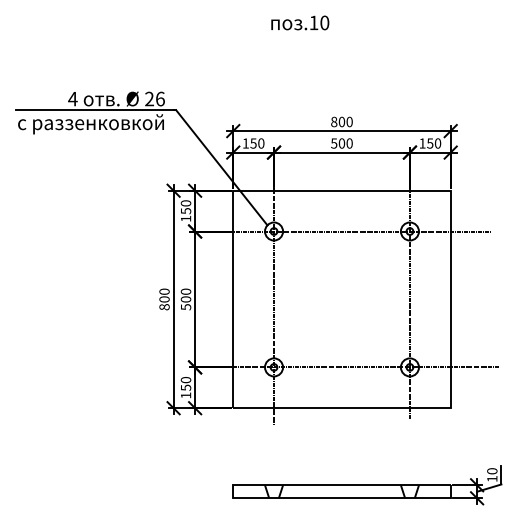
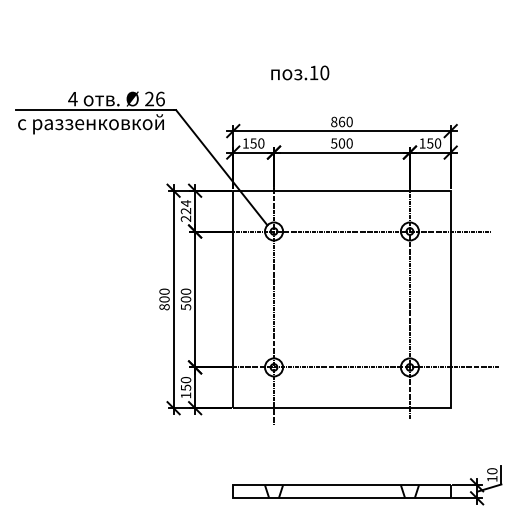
text at (300, 22) position: (300, 22) -> (300, 72)
text at (341, 121): 800 -> 860
text at (185, 210): 150 -> 224
